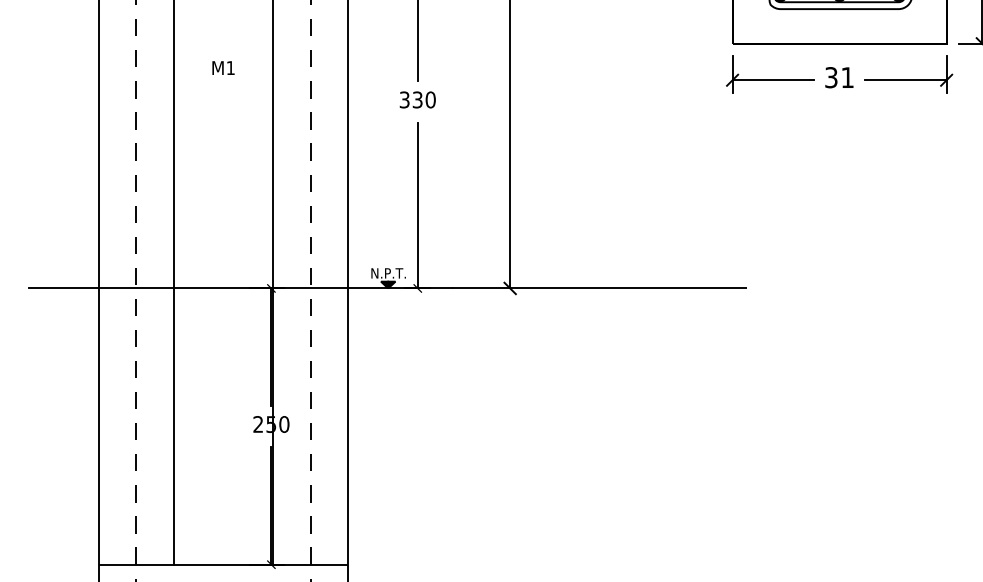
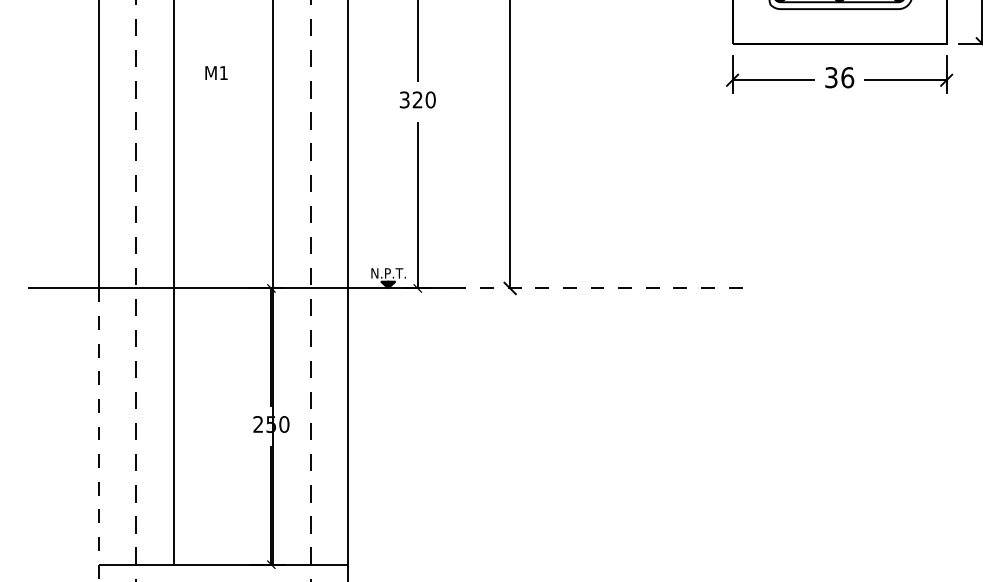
text at (223, 67) position: (223, 67) -> (216, 72)
text at (847, 77): 31 -> 36
text at (417, 99): 330 -> 320
line at (600, 288): solid -> dashed
line at (99, 435): solid -> dashed
